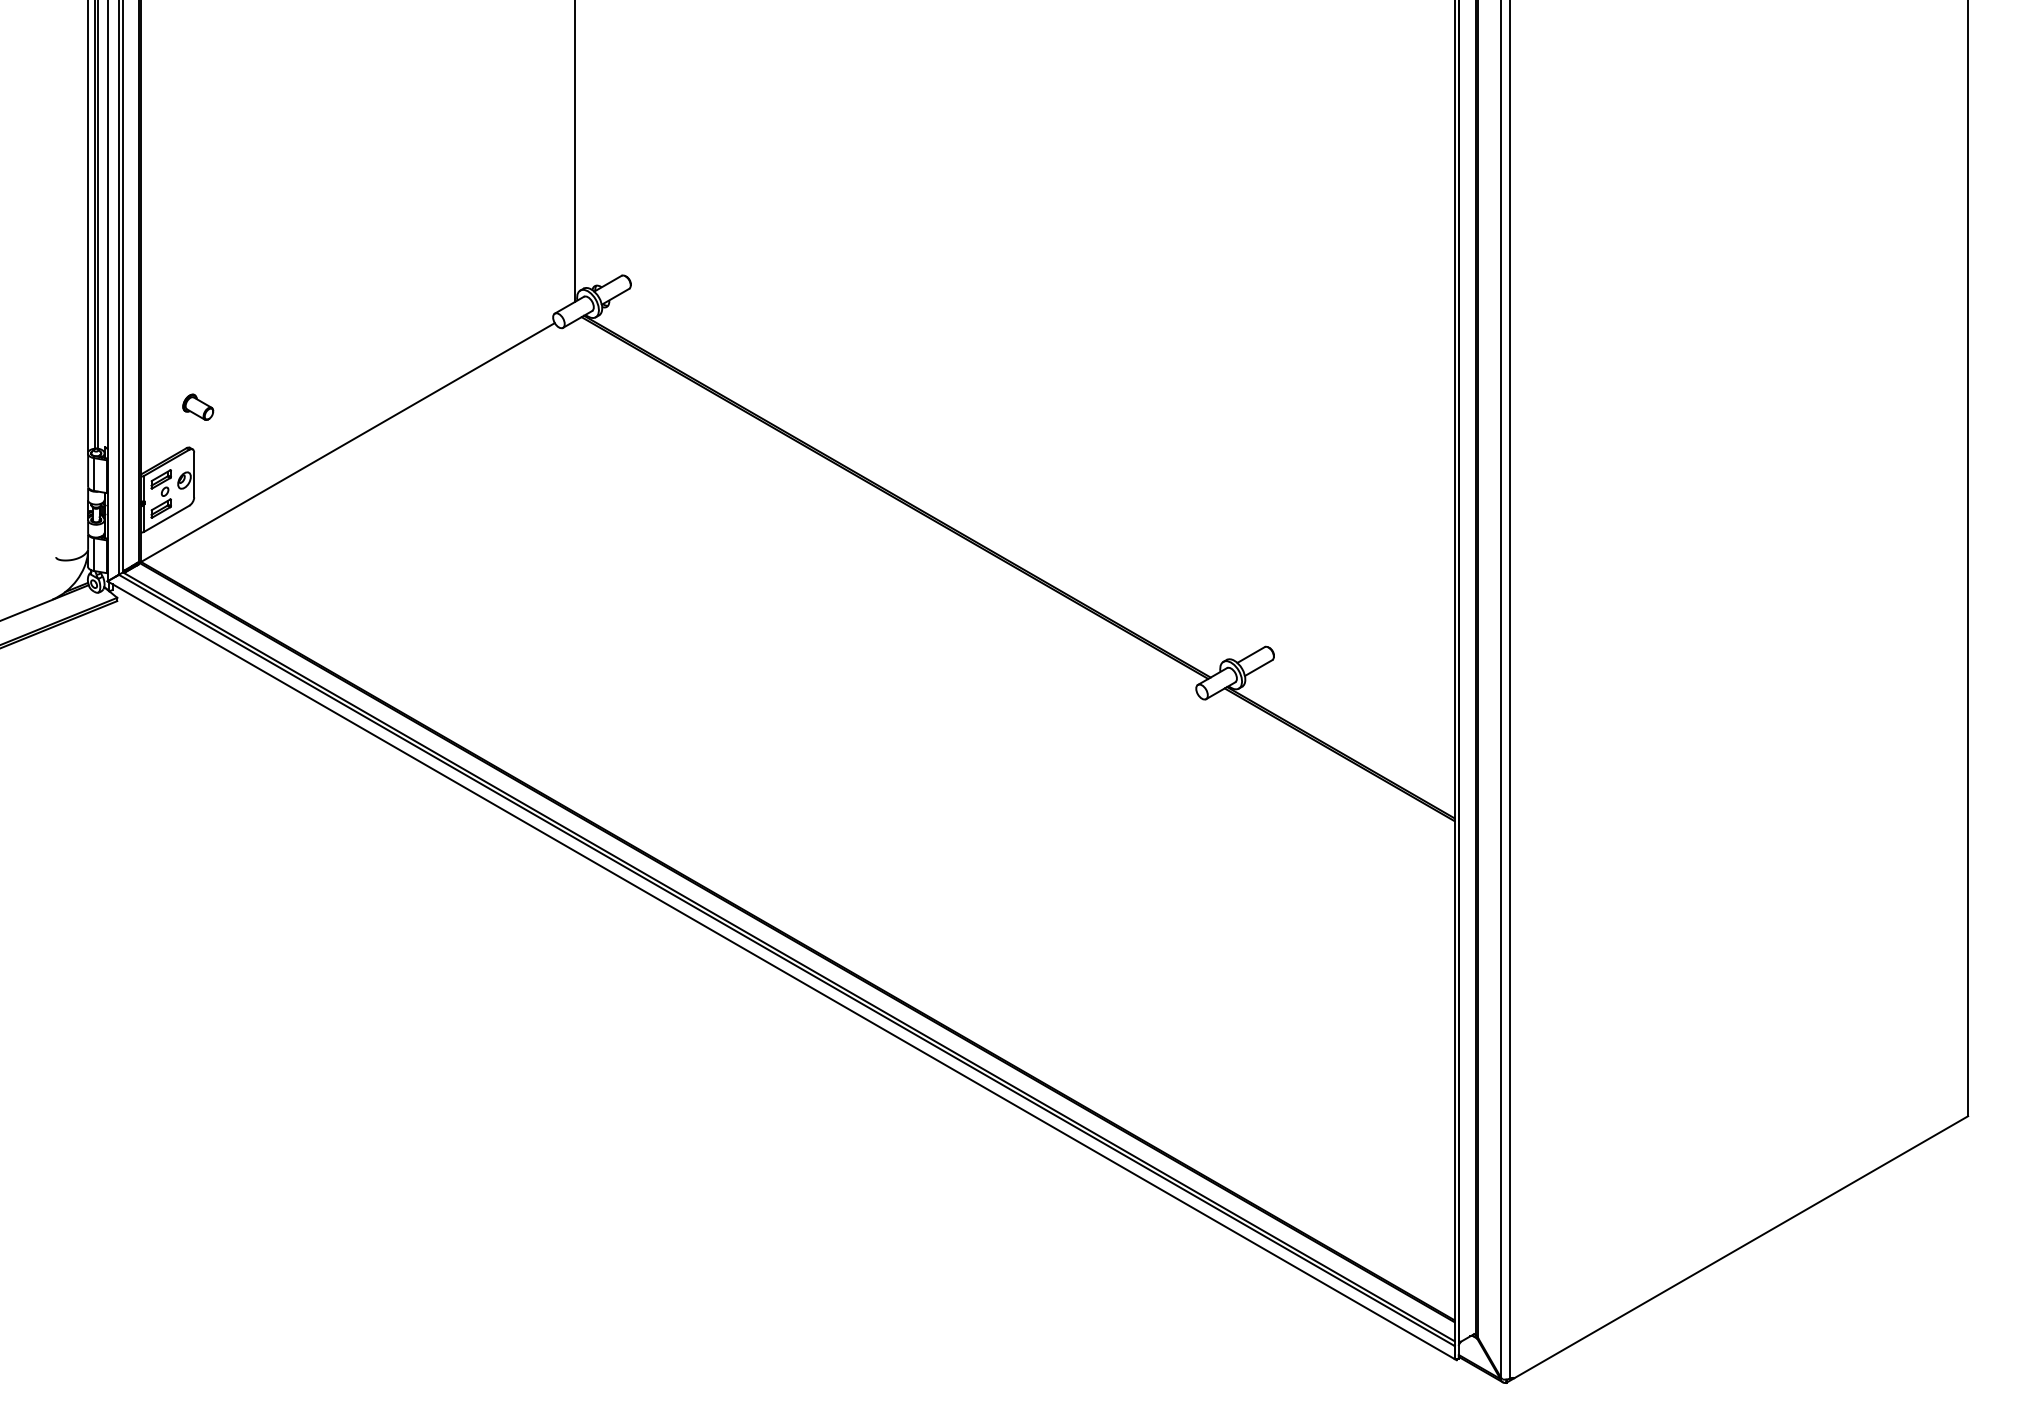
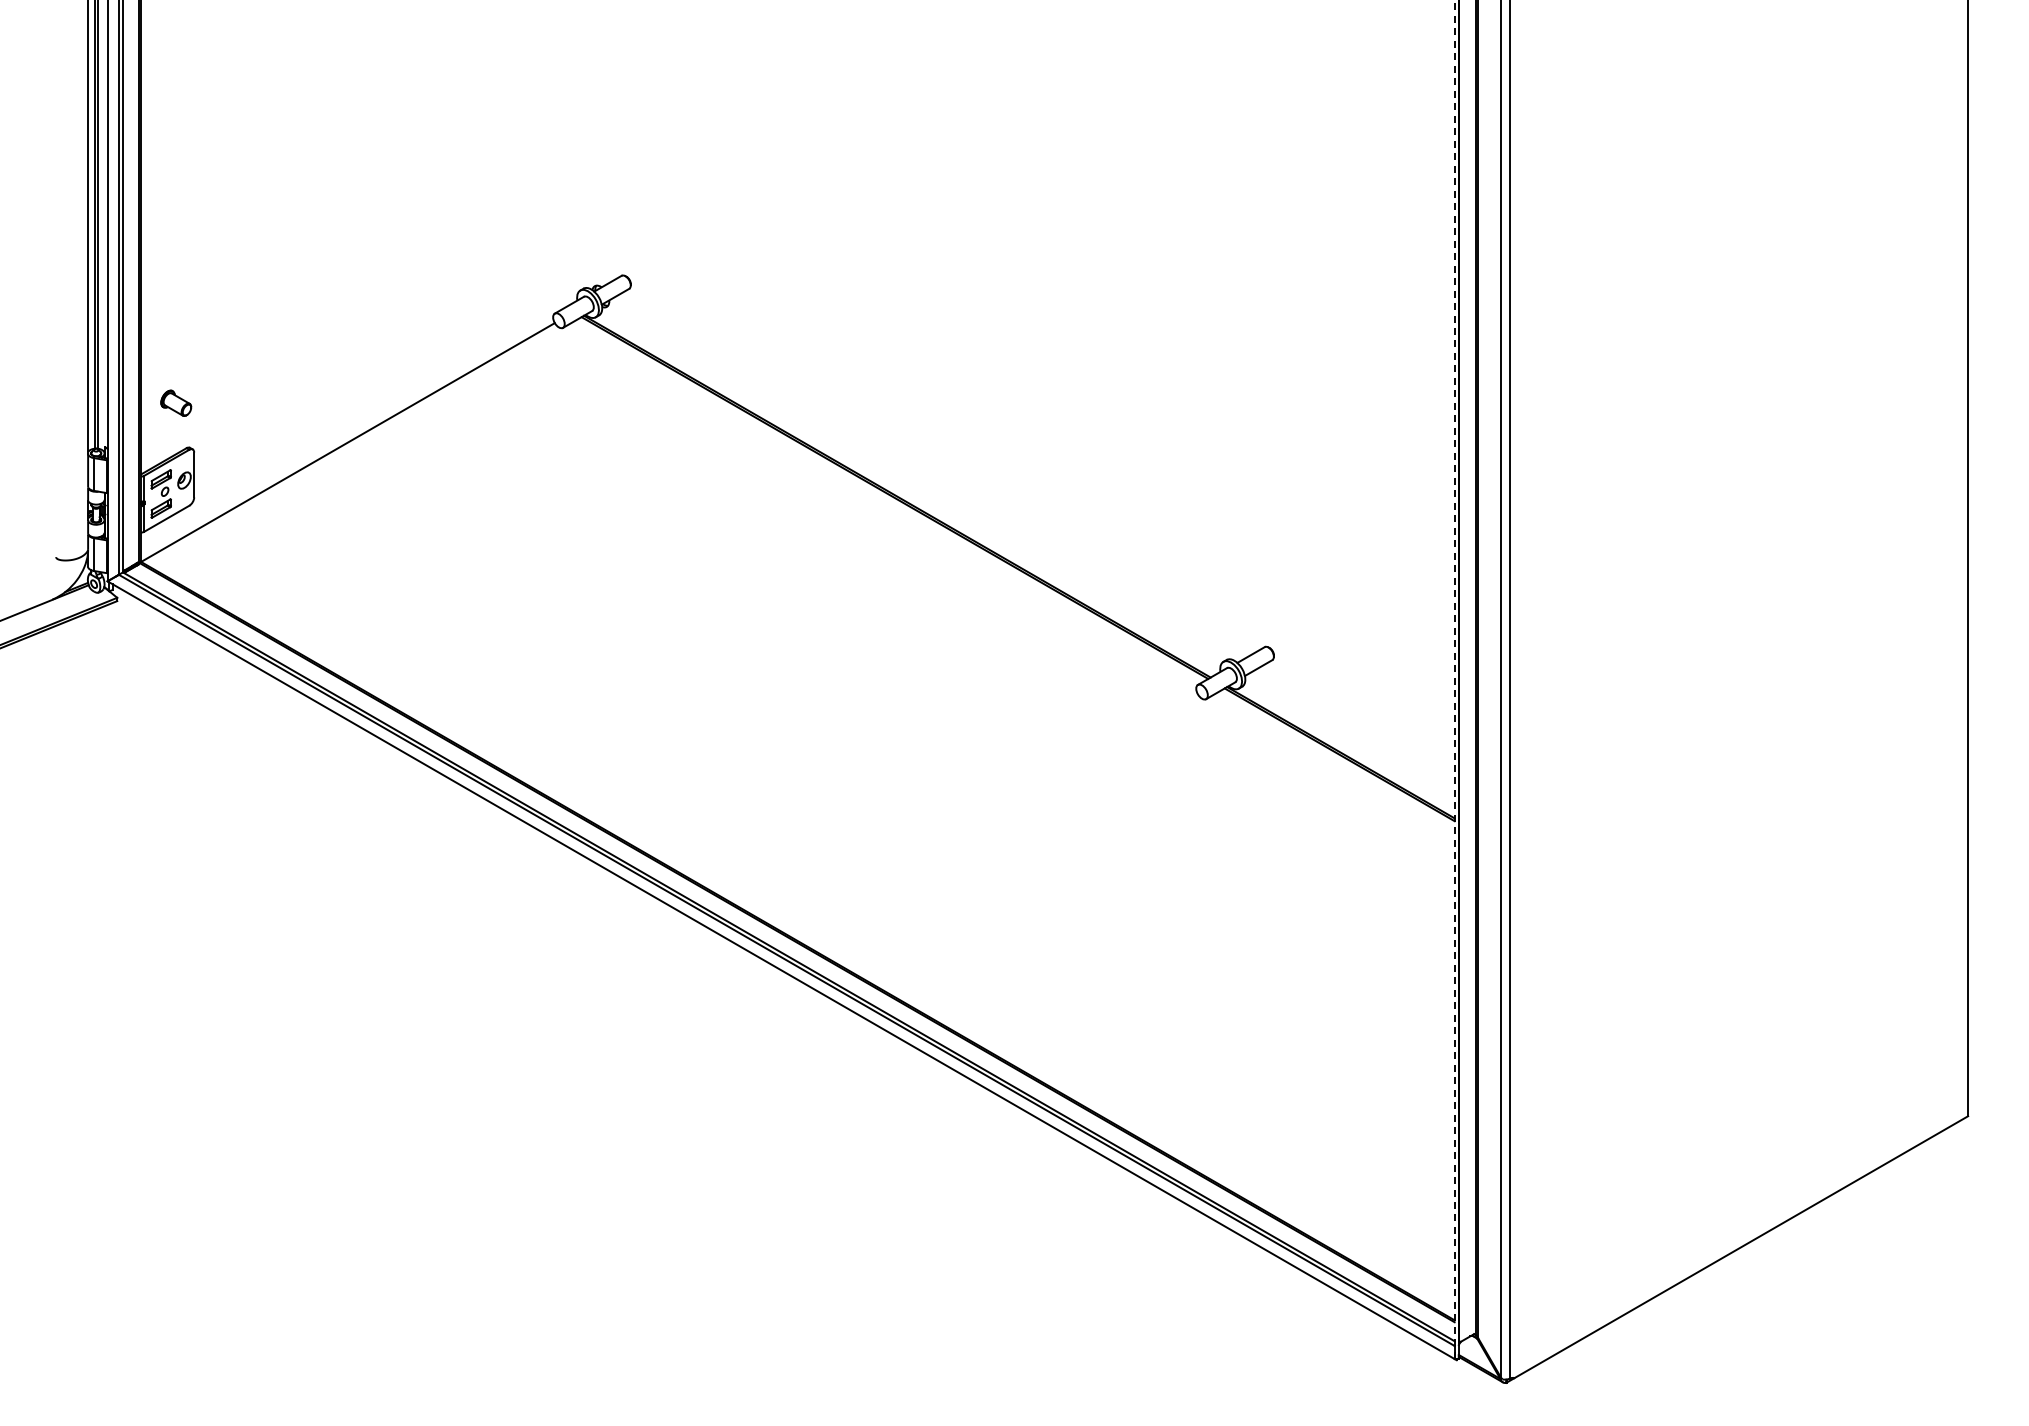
line at (574, 152): present -> none
part at (198, 406) position: (198, 406) -> (176, 402)
line at (1454, 680): solid -> dashed
